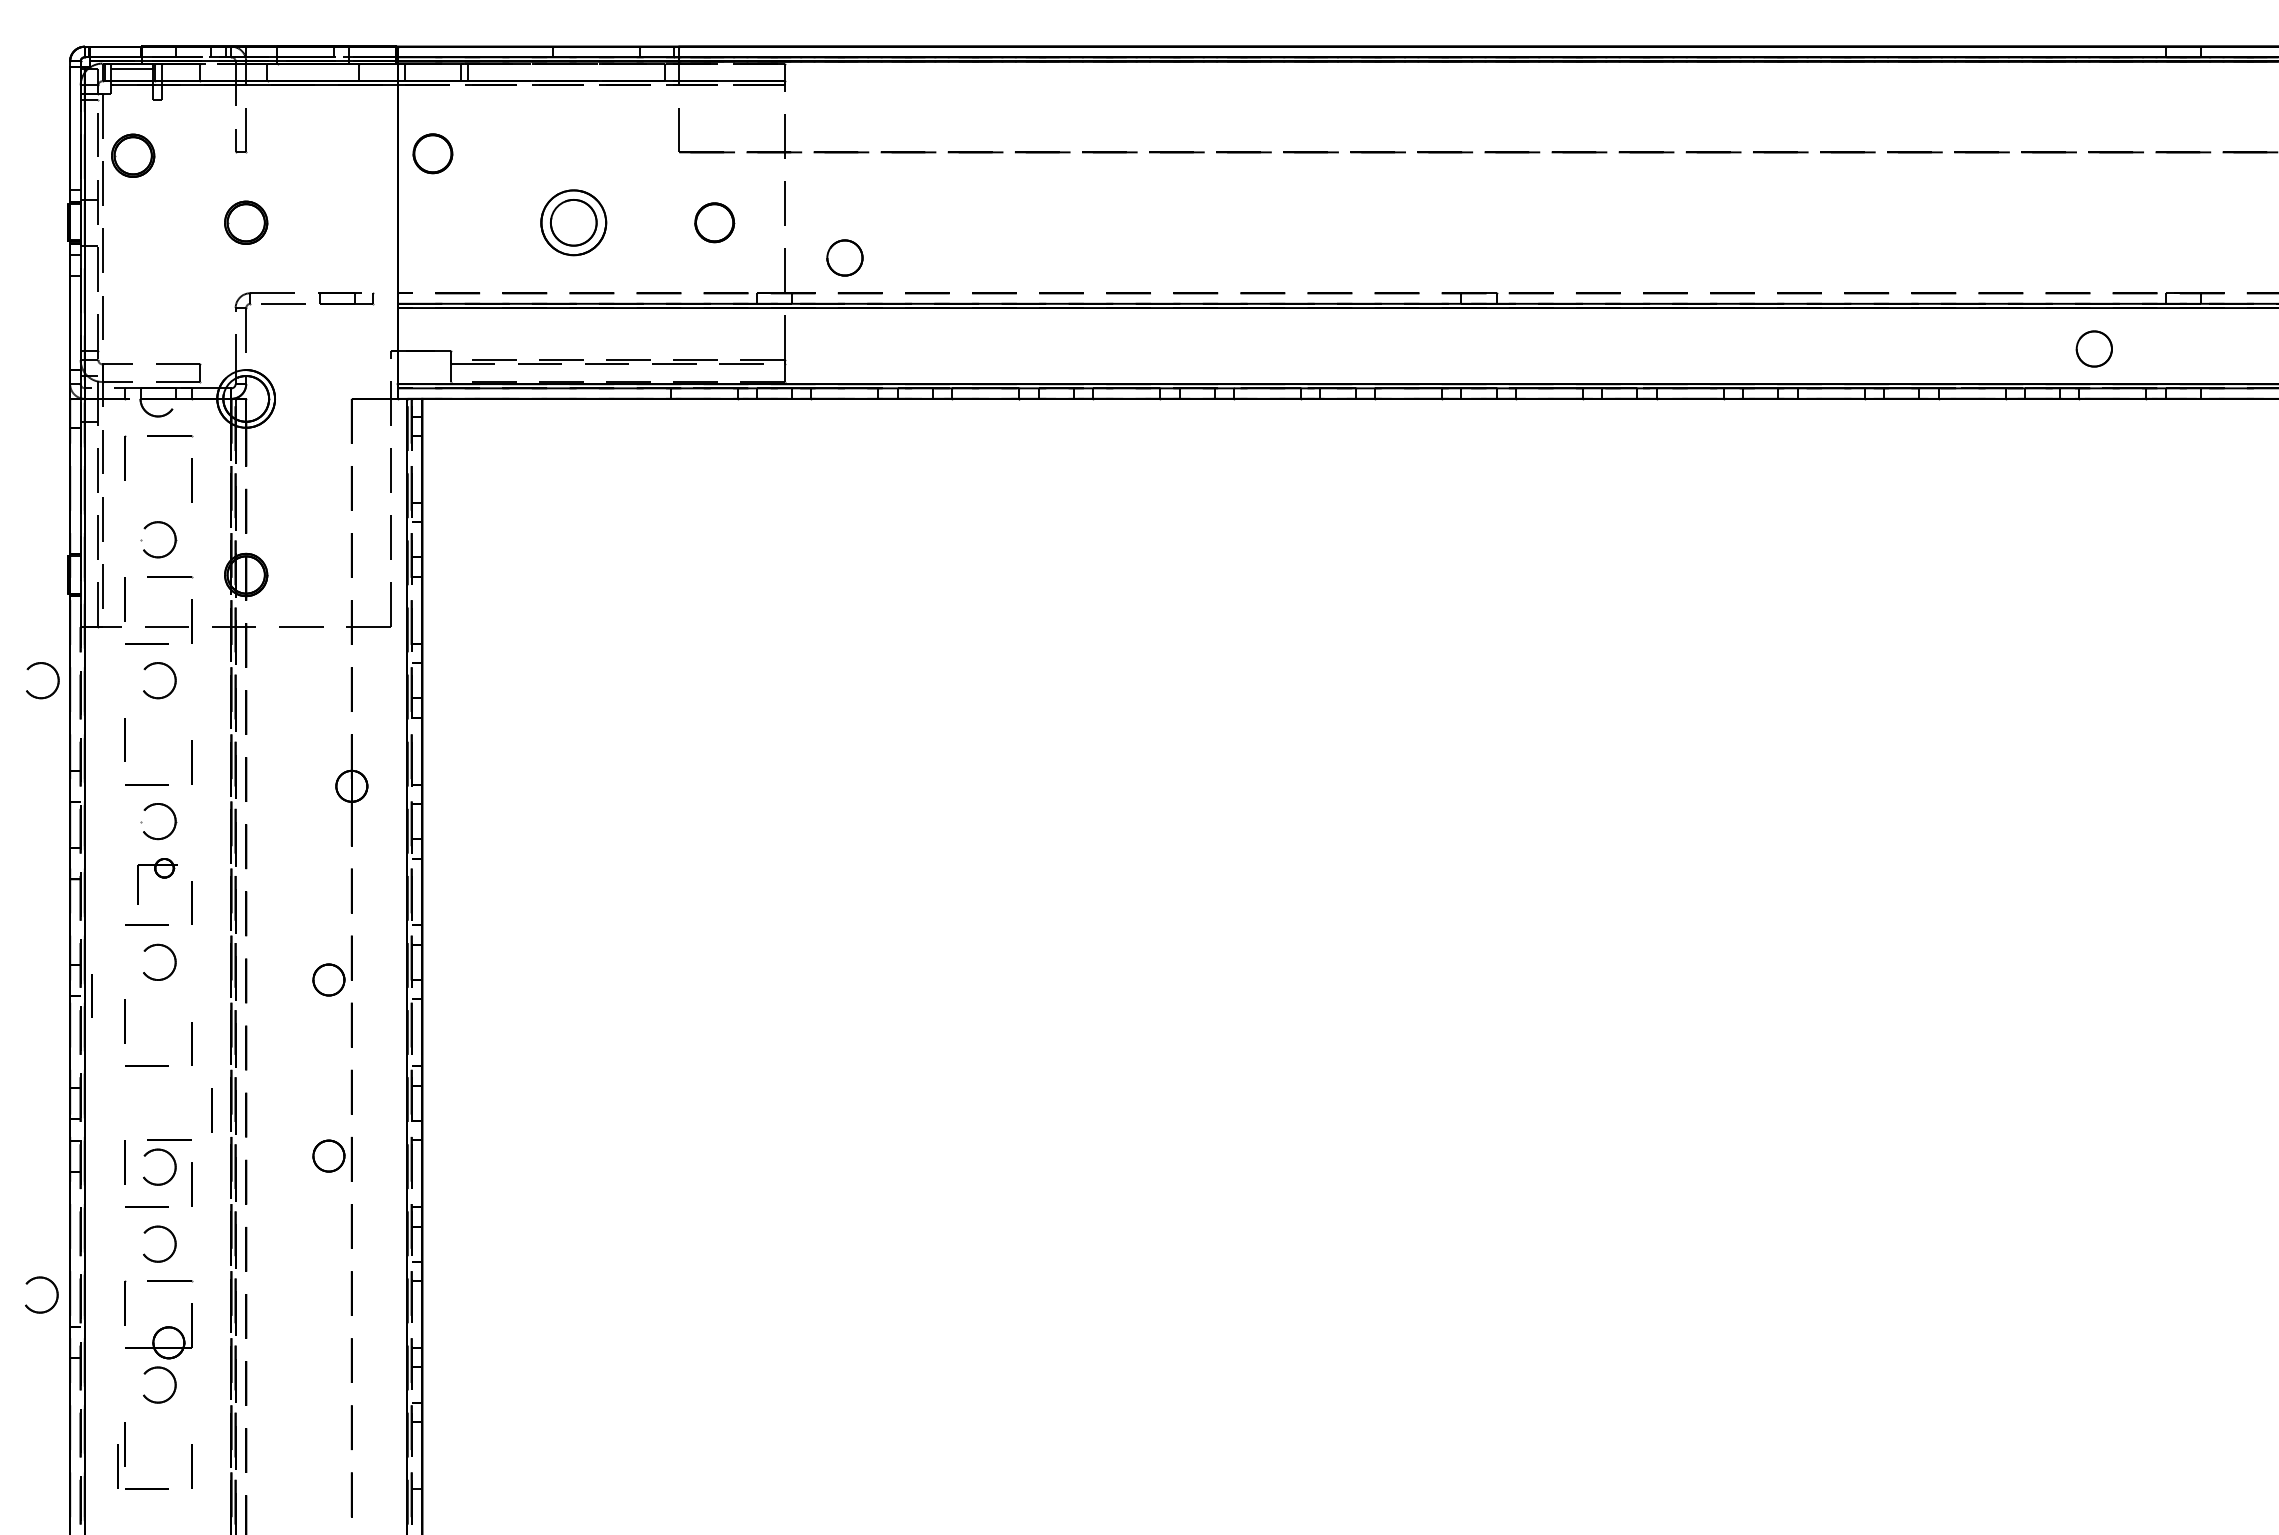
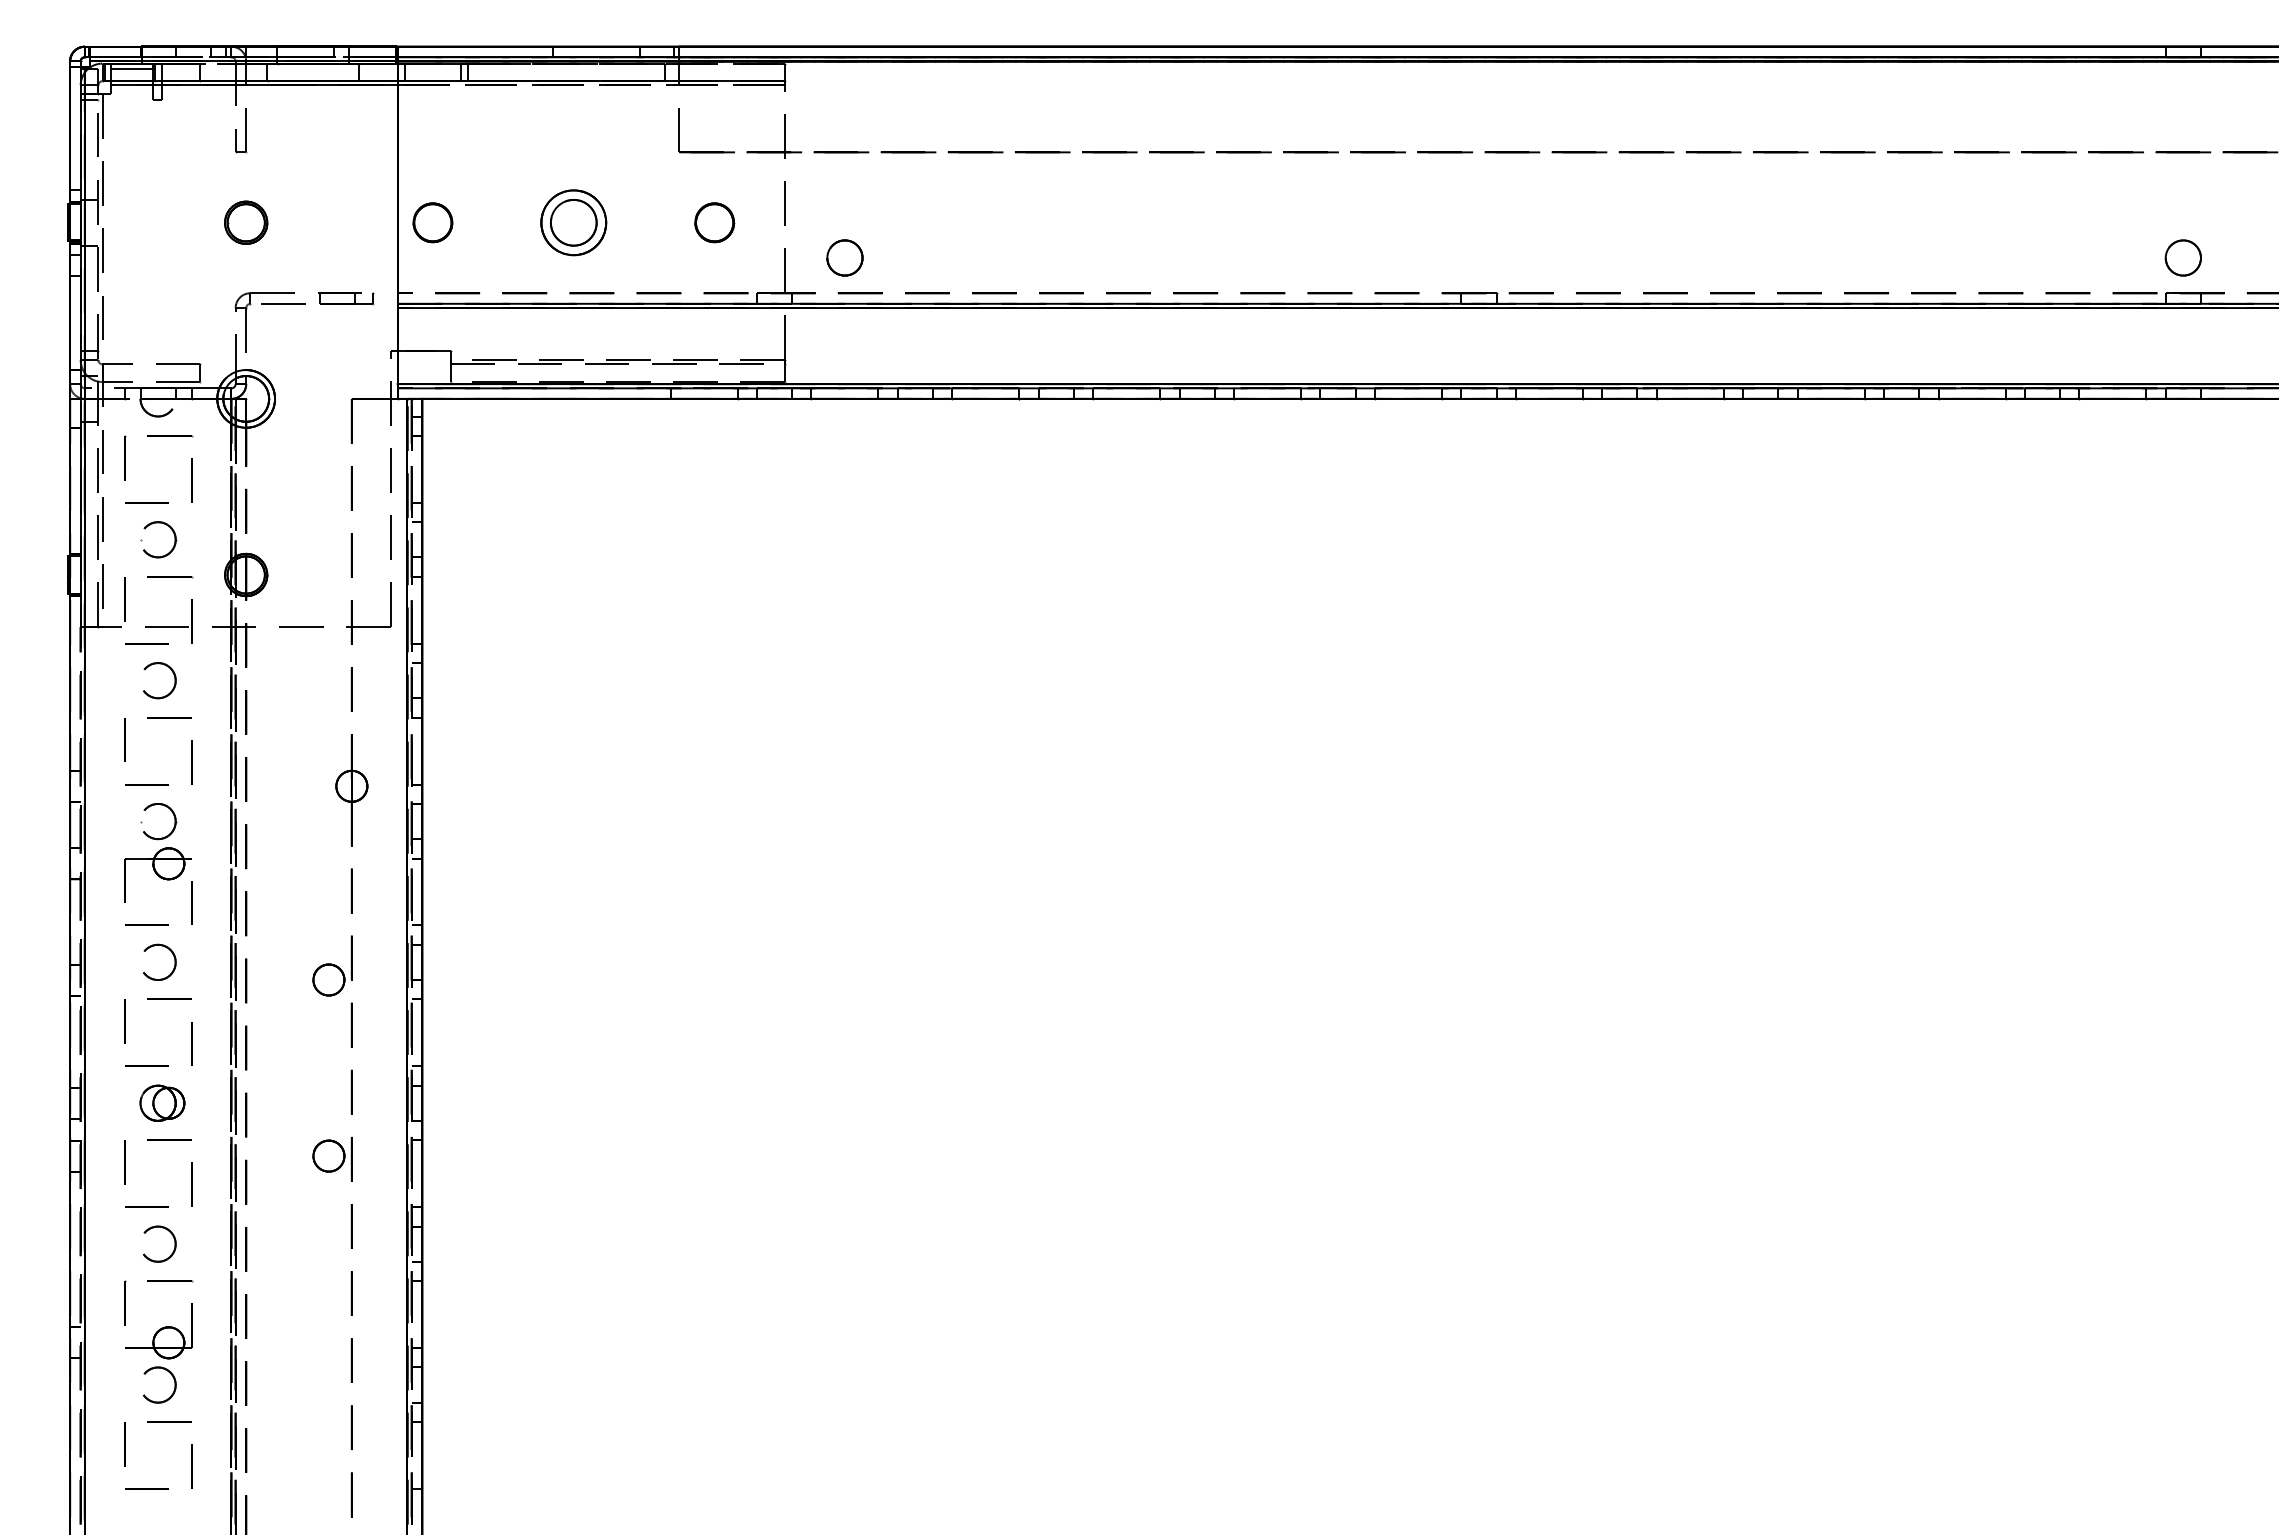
part at (432, 153) position: (432, 153) -> (432, 222)
part at (133, 155): present -> none
circle at (2093, 348) position: (2093, 348) -> (2182, 257)
line at (146, 502): none -> present
part at (56, 675): present -> none
line at (169, 717): none -> present
part at (157, 877) size: 41x40 px -> 68x56 px
line at (91, 995): present -> none
line at (169, 998): none -> present
part at (162, 1102): none -> present
line at (211, 1110): present -> none
part at (172, 1159): present -> none
part at (54, 1287): present -> none
line at (169, 1421): none -> present
line at (117, 1466): present -> none
